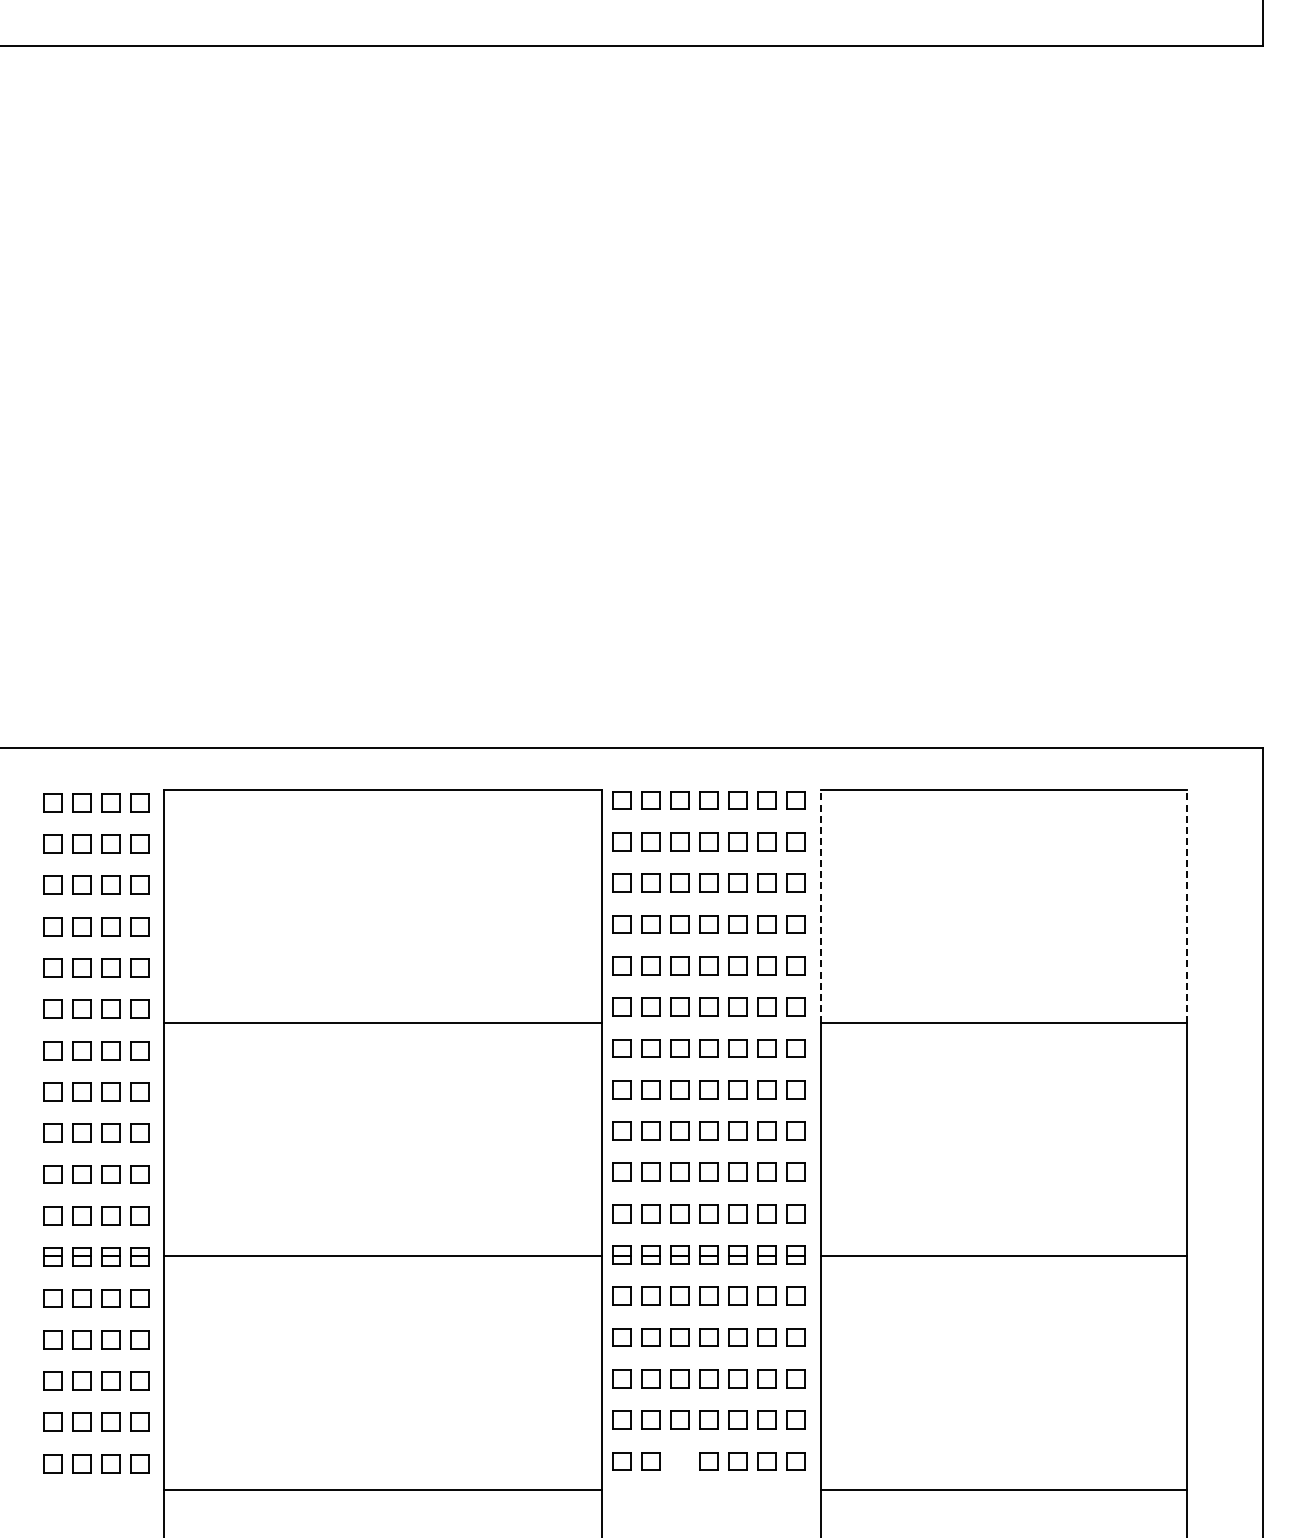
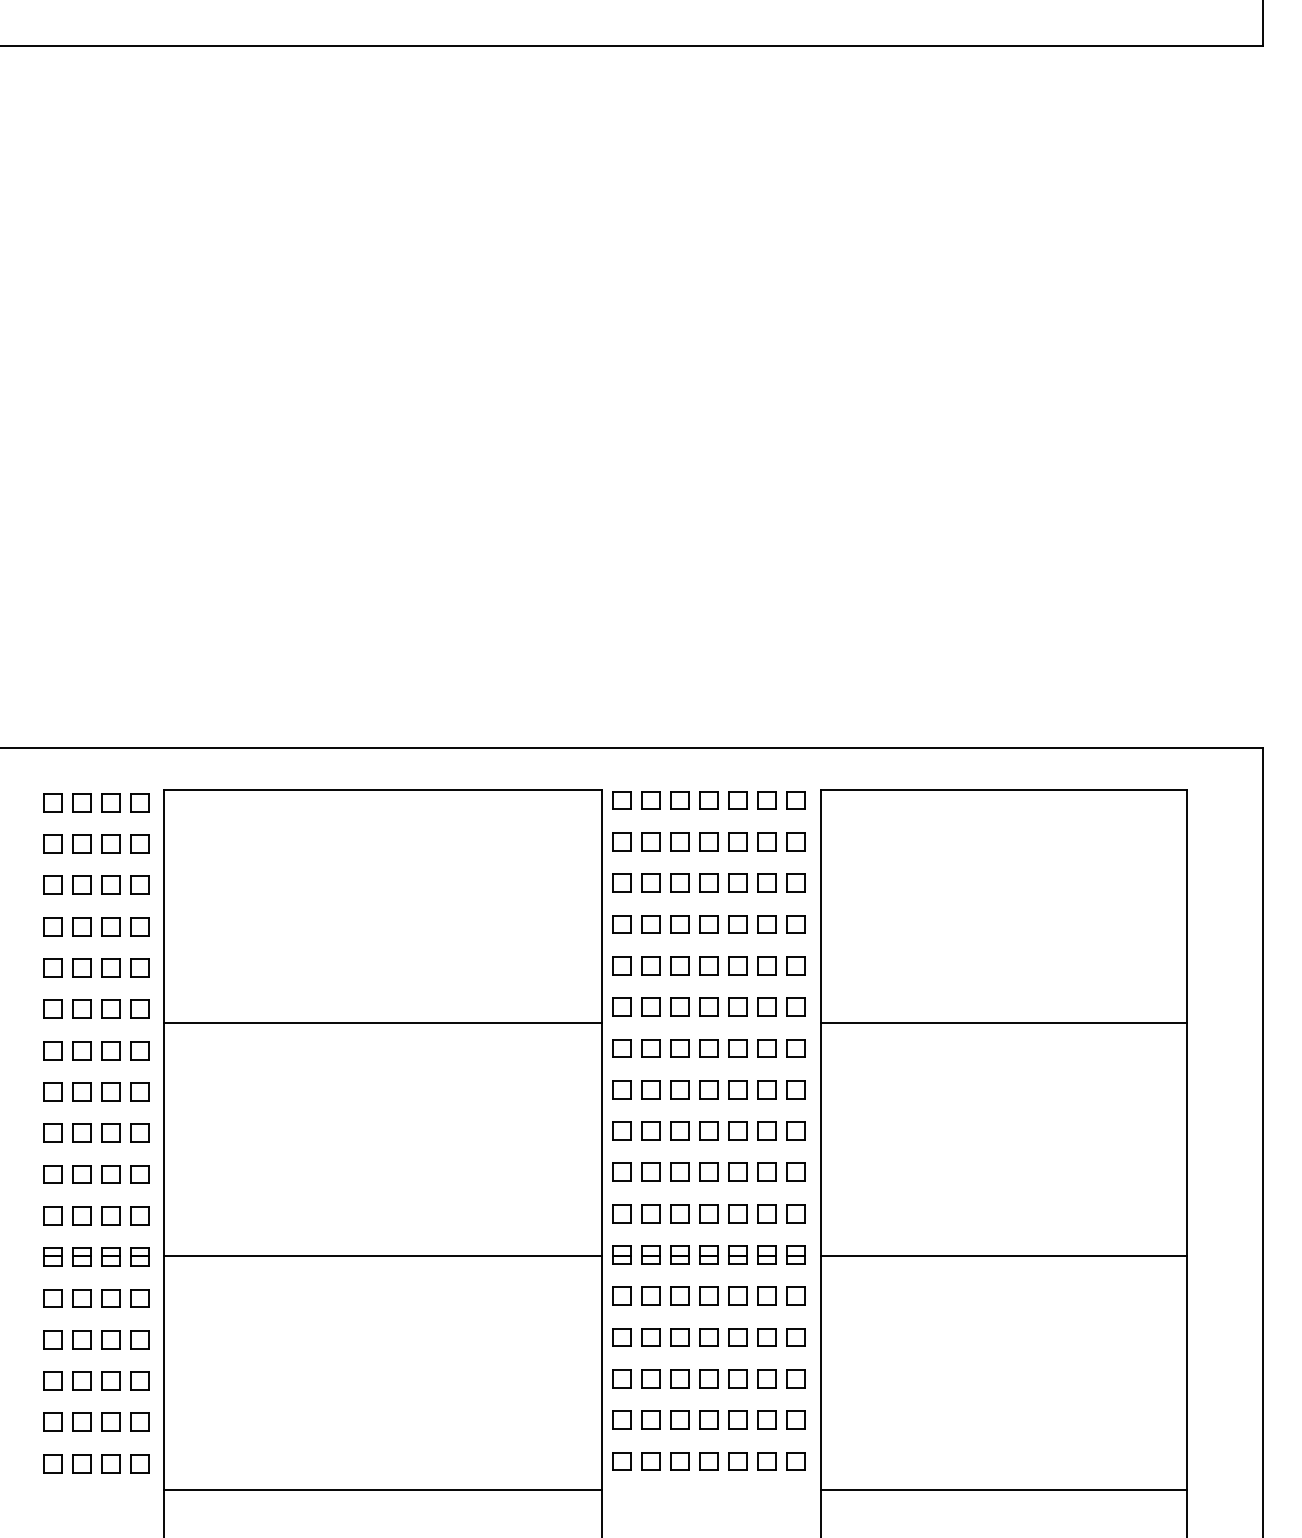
line at (821, 906): dashed -> solid
line at (1187, 906): dashed -> solid
part at (679, 1461): none -> present
